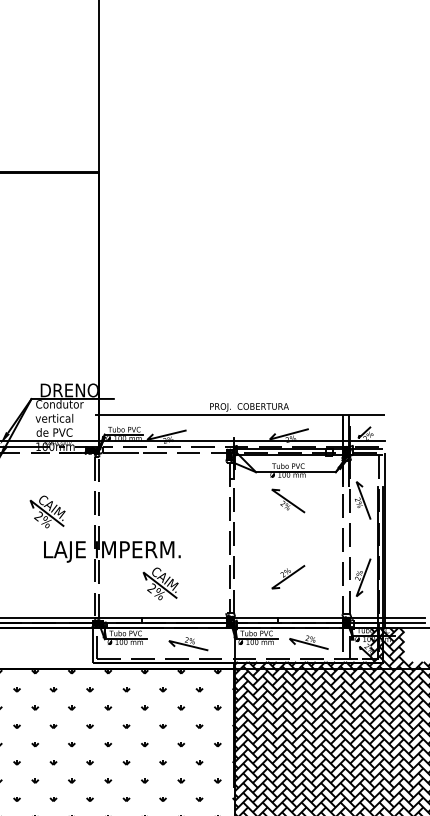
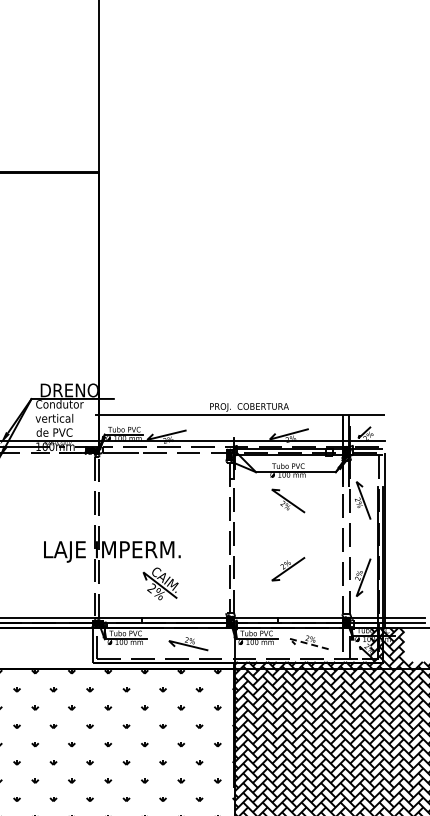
part at (47, 511): present -> none
part at (288, 577) position: (288, 577) -> (288, 569)
line at (303, 642): solid -> dashed
